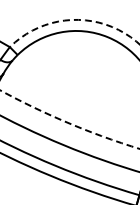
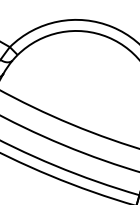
arc at (74, 19): dashed -> solid
arc at (69, 123): dashed -> solid
